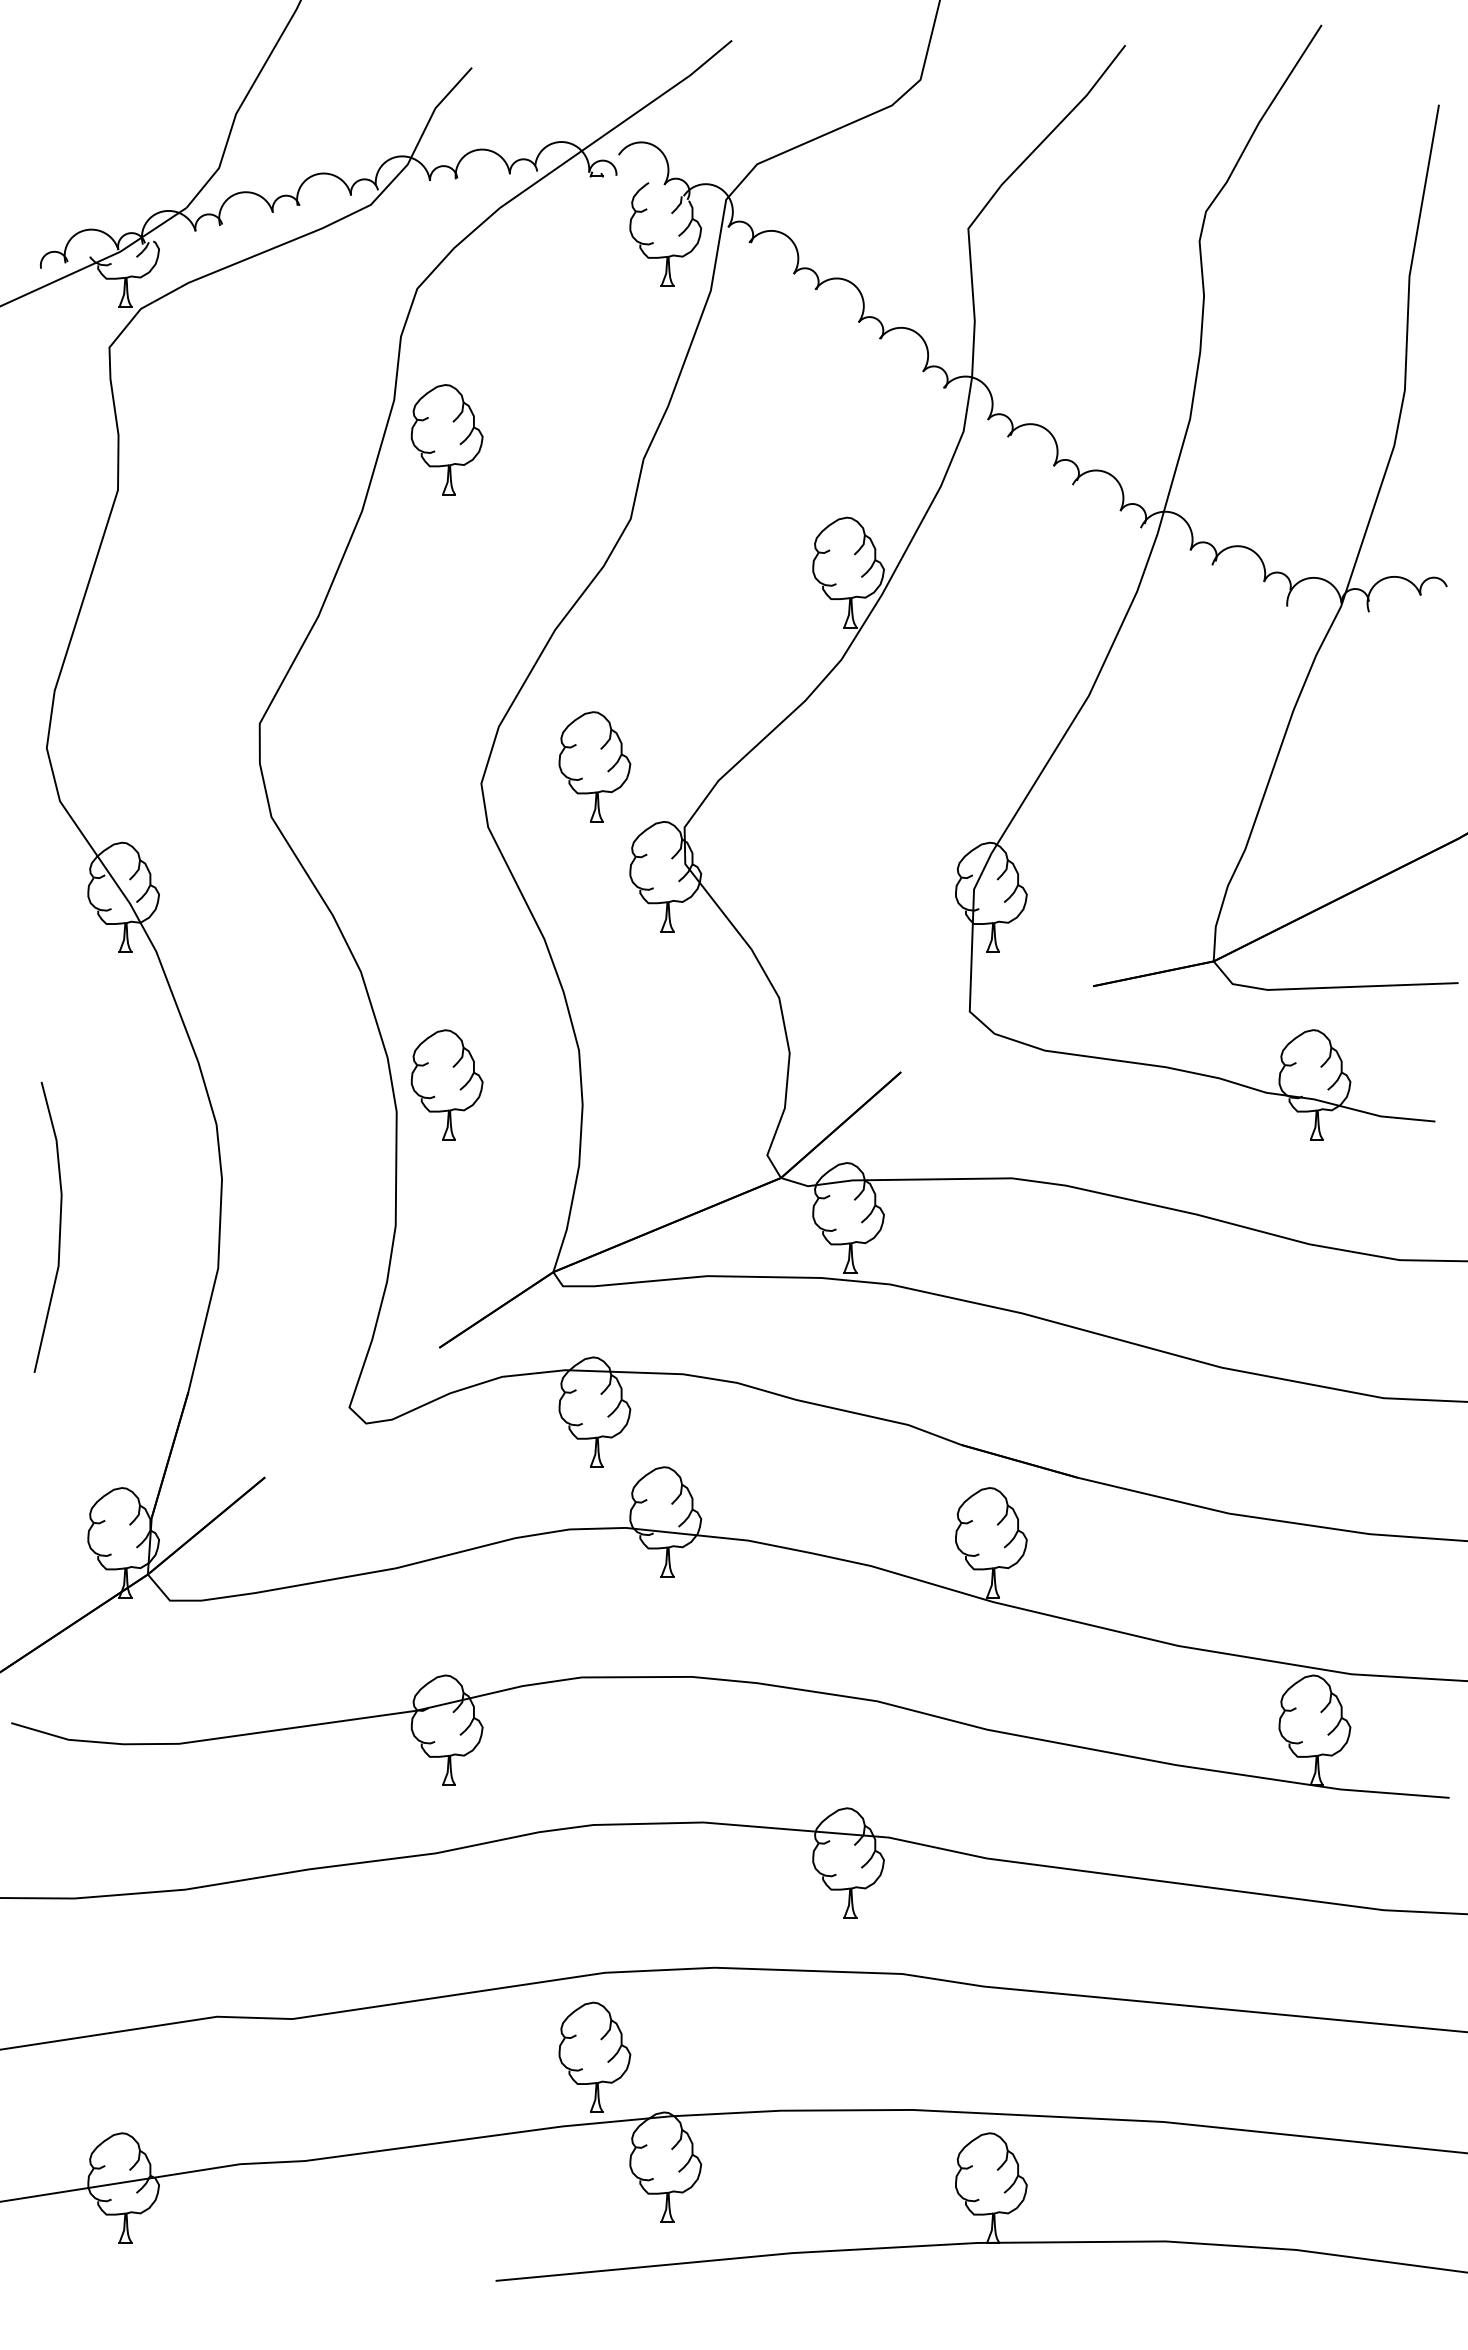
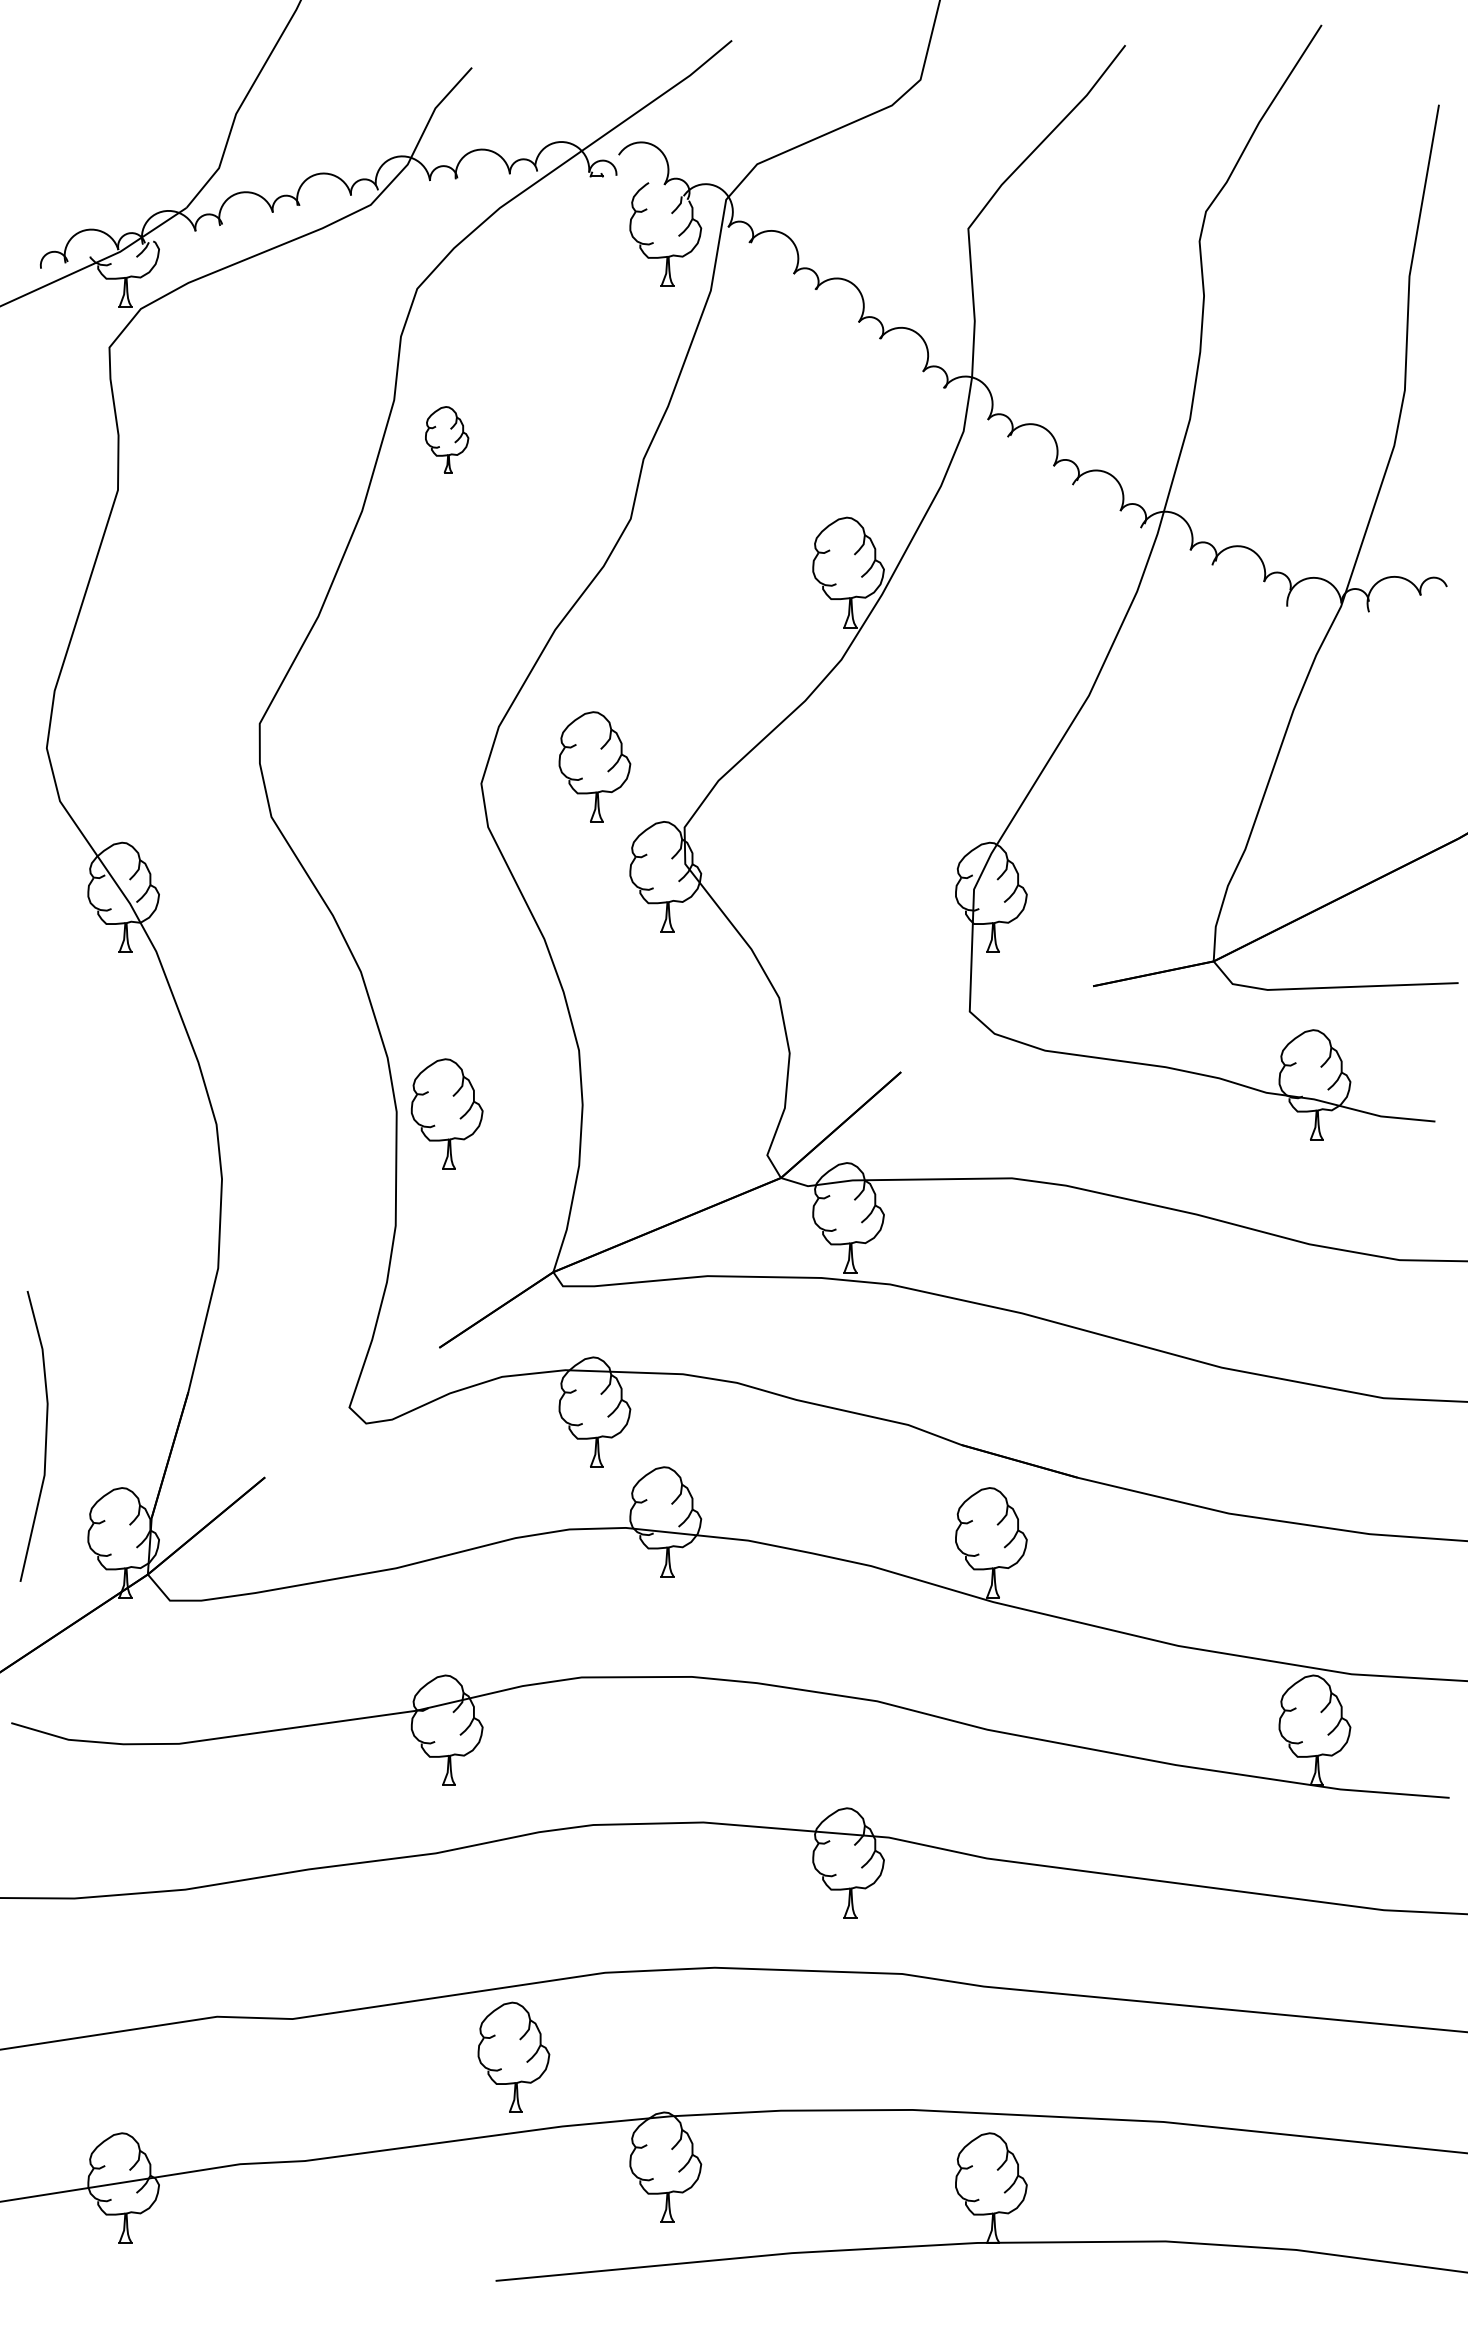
part at (446, 439) size: 74x112 px -> 45x68 px
part at (446, 1084) position: (446, 1084) -> (446, 1113)
line at (59, 1227) position: (59, 1227) -> (45, 1436)
part at (594, 2056) position: (594, 2056) -> (513, 2056)
